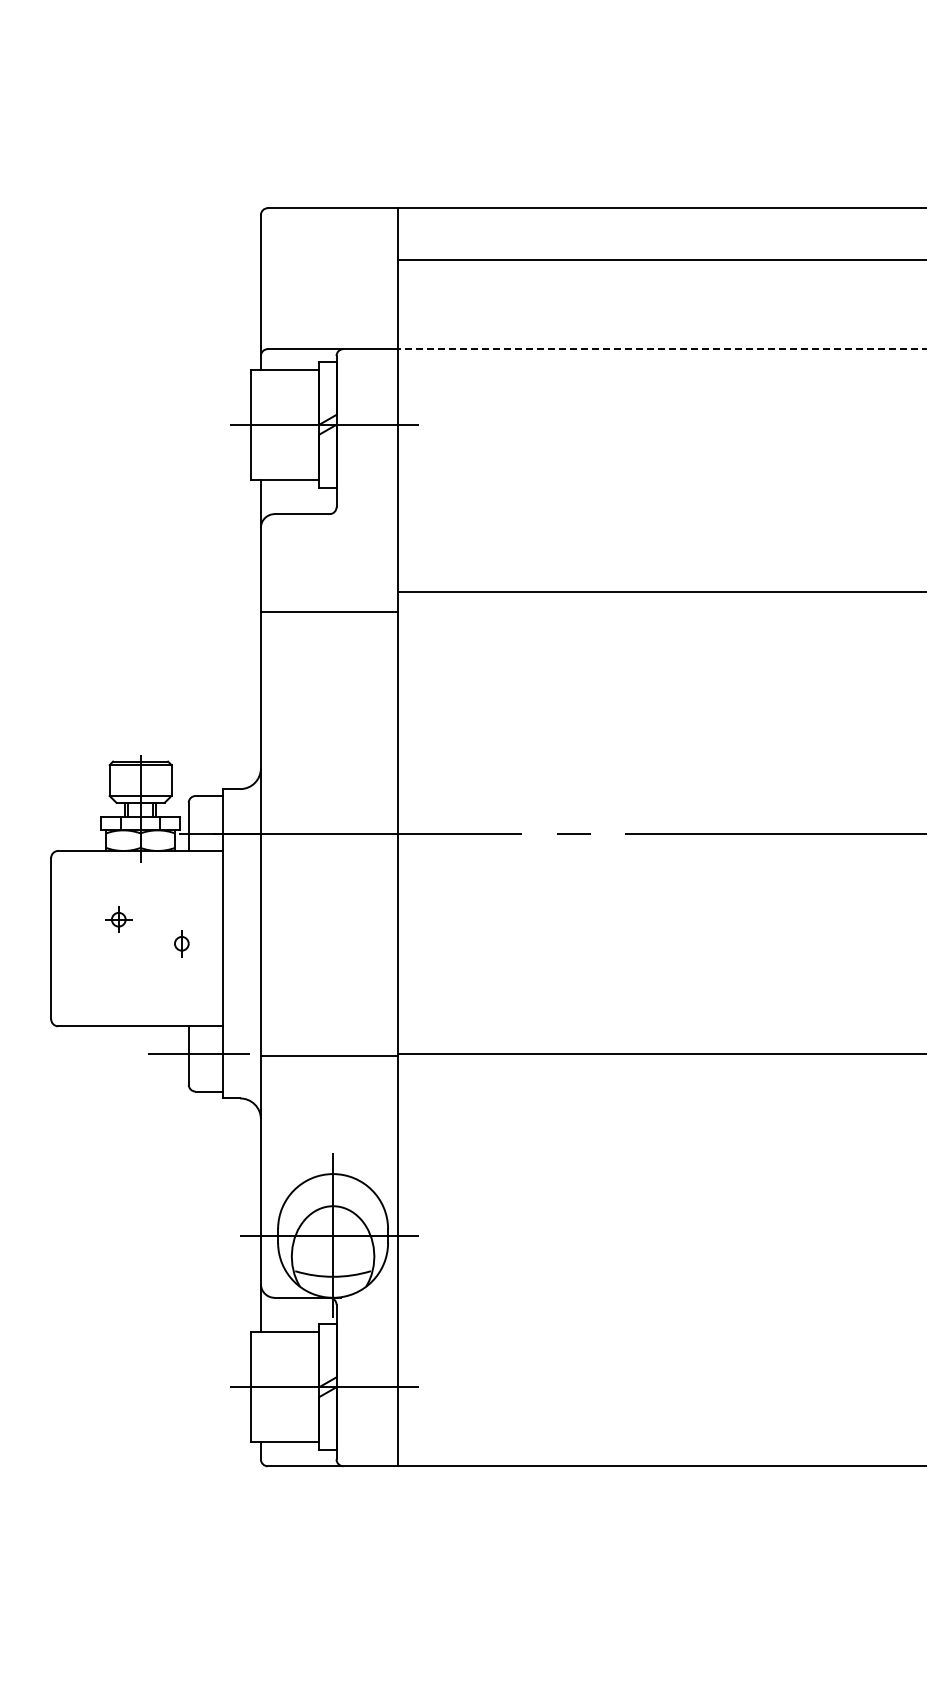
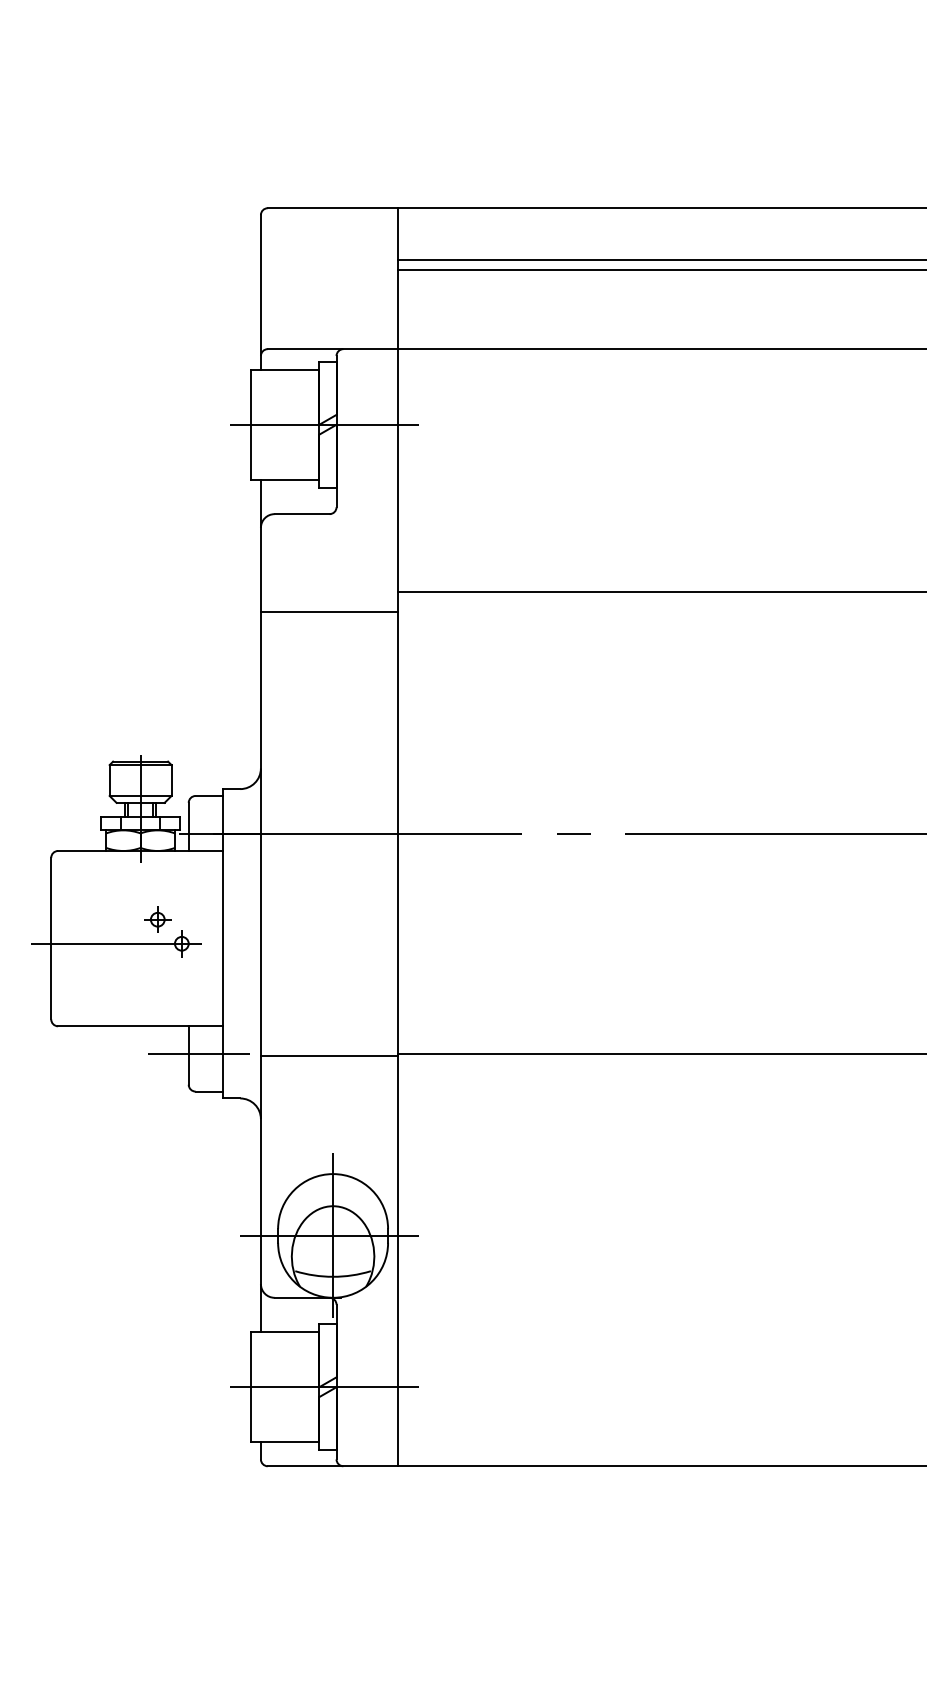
line at (660, 270): none -> present
line at (662, 349): dashed -> solid
part at (118, 919) position: (118, 919) -> (157, 919)
line at (116, 943): none -> present
